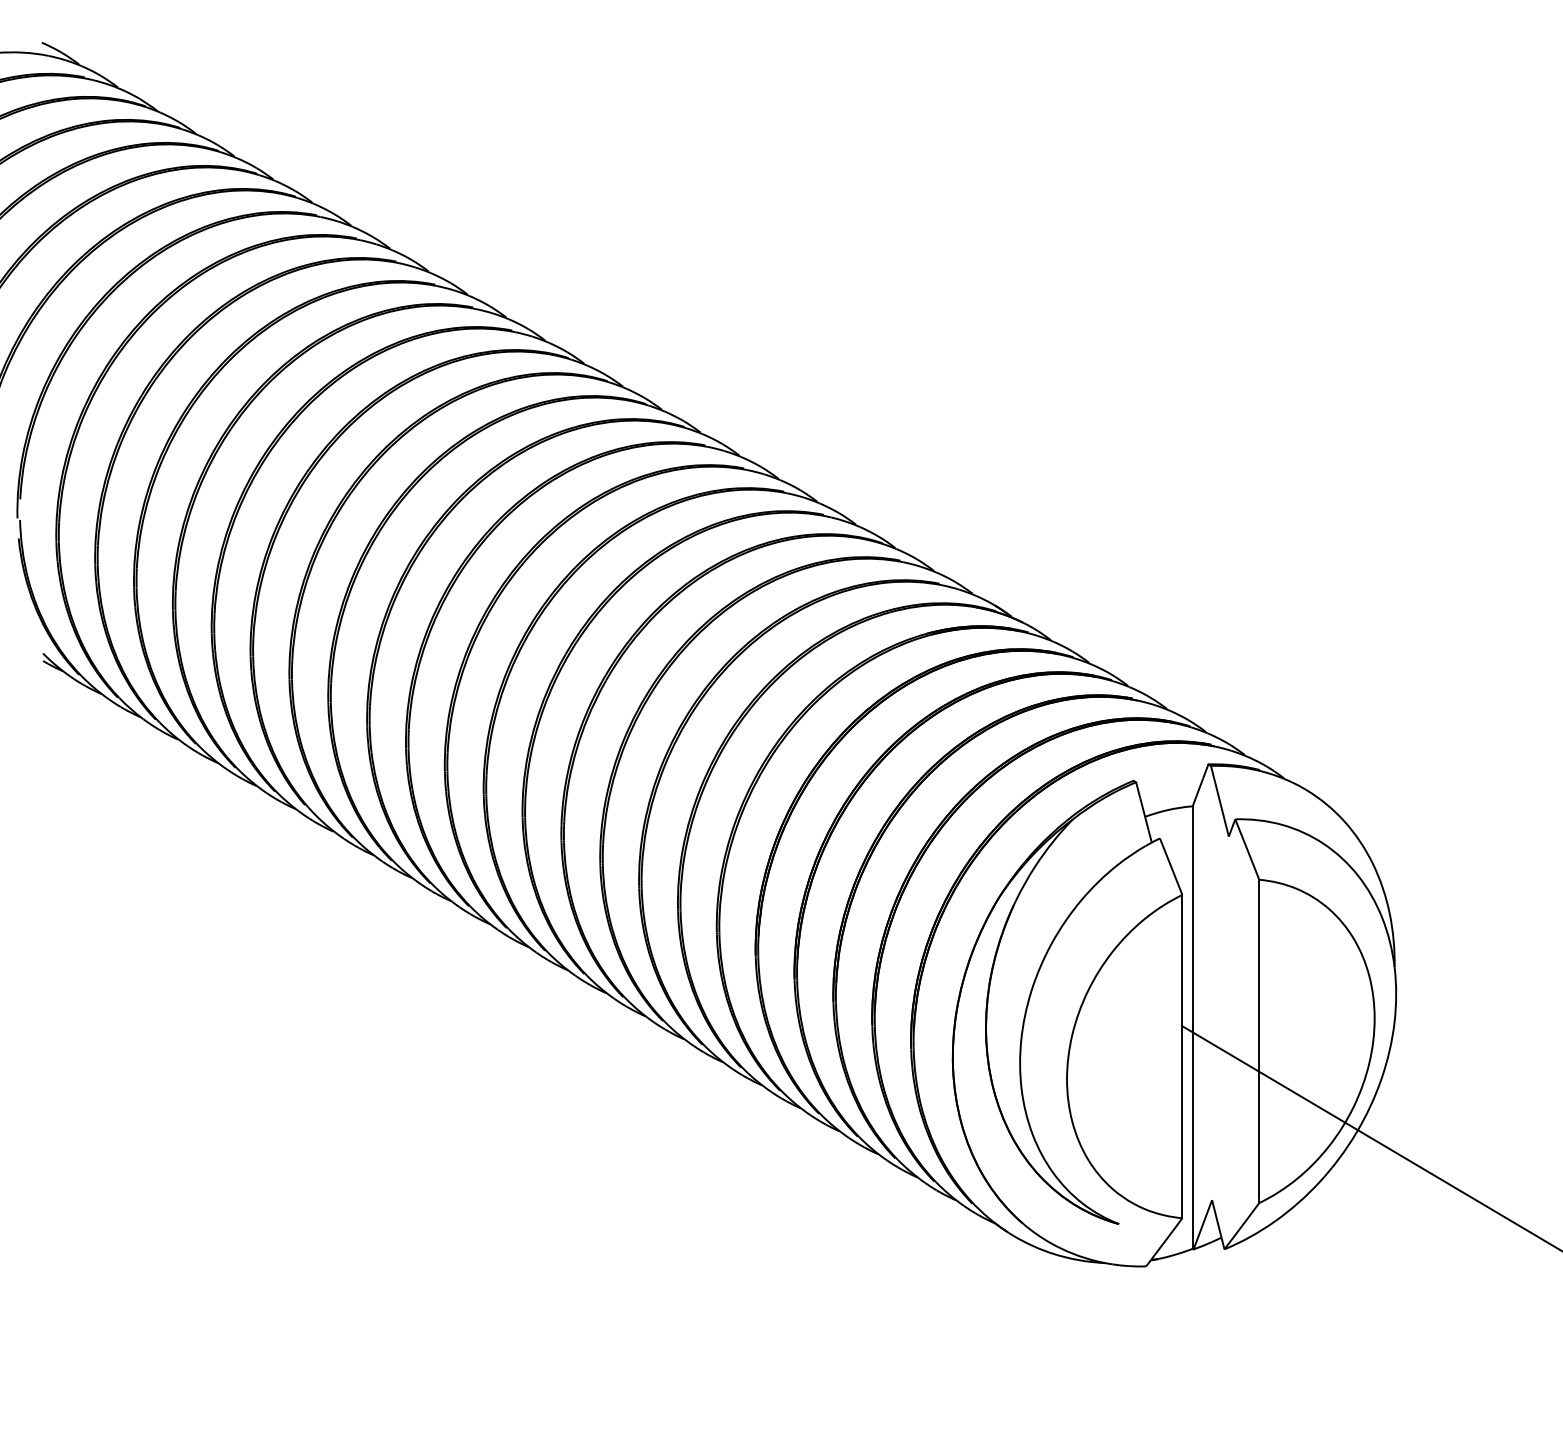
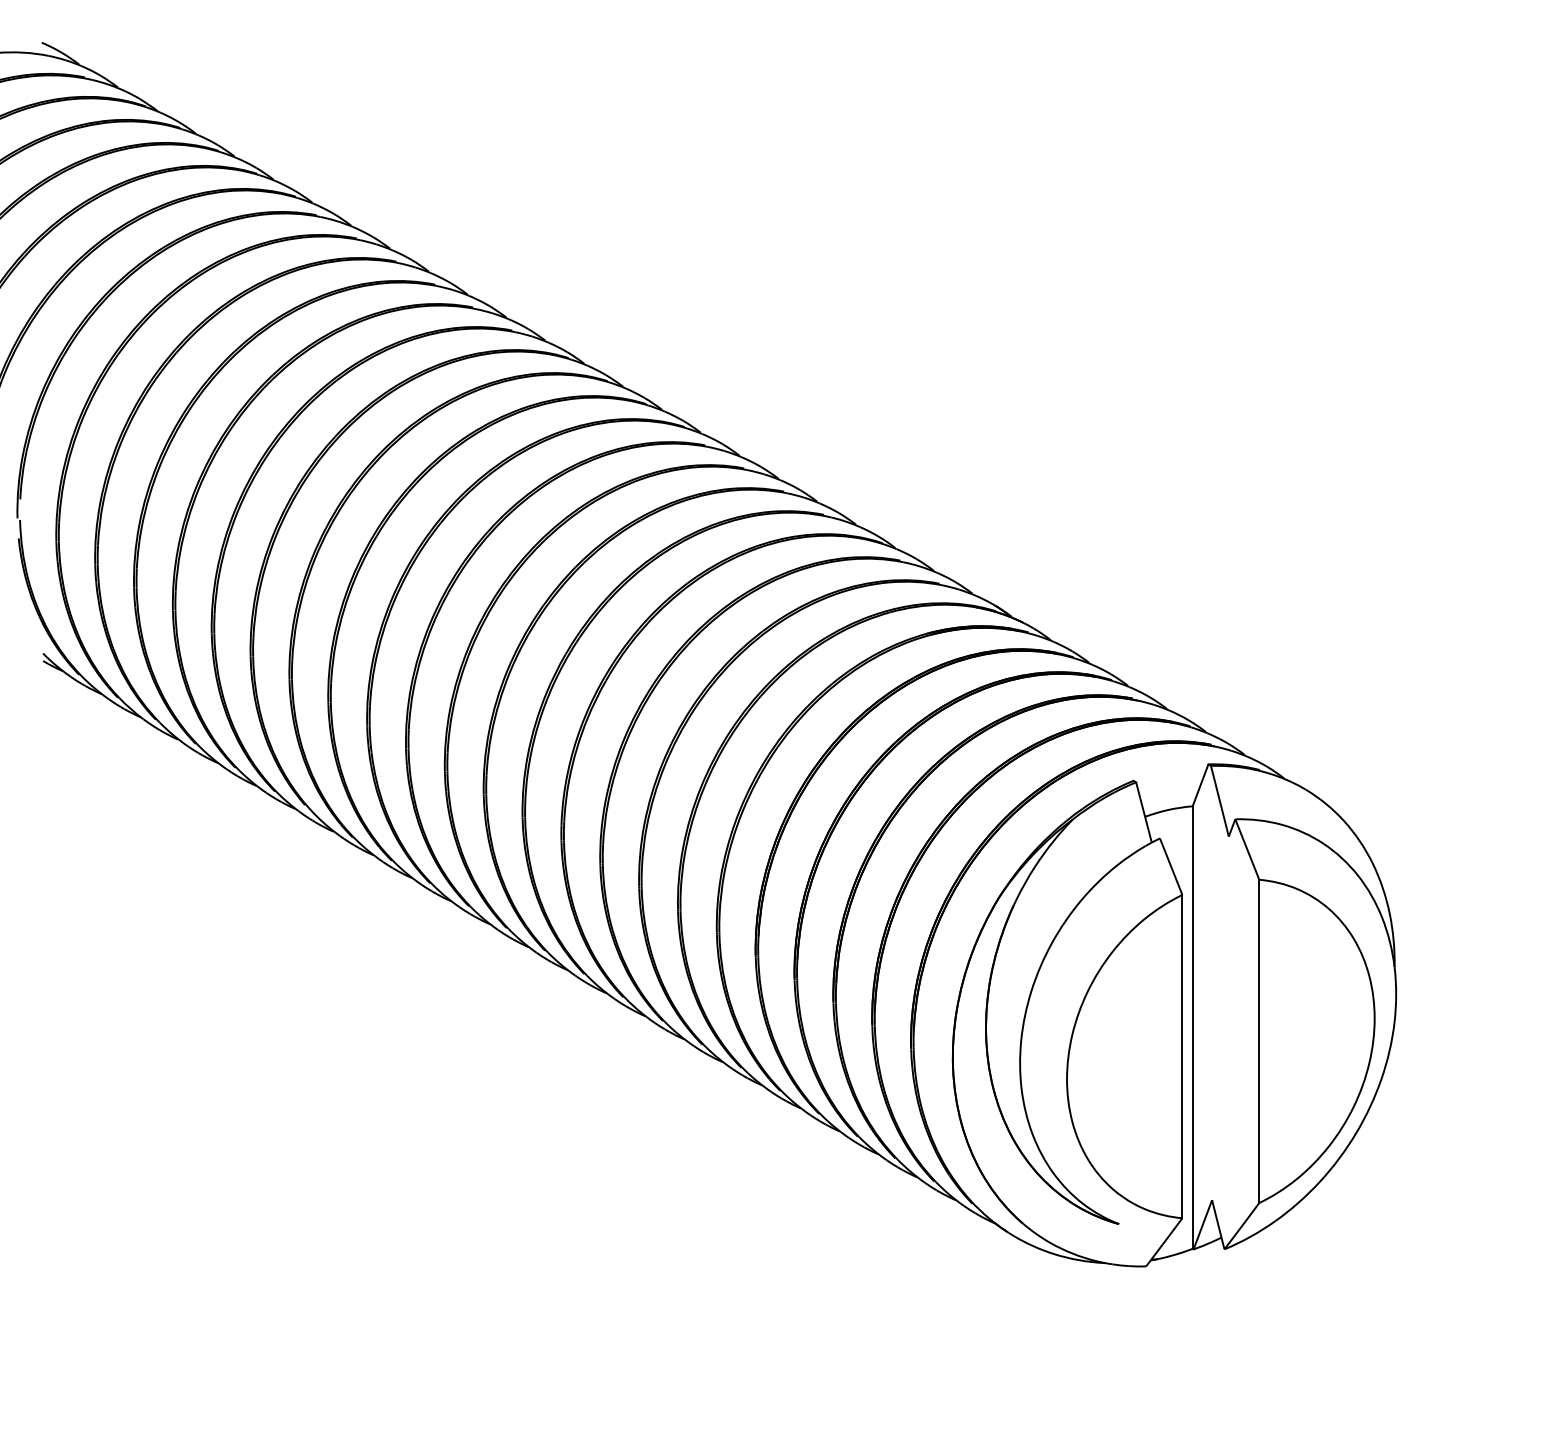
line at (1370, 1137): present -> none
